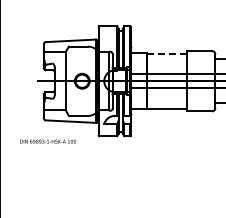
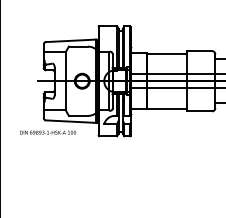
line at (166, 53): dashed -> solid
text at (48, 141) position: (48, 141) -> (48, 132)
